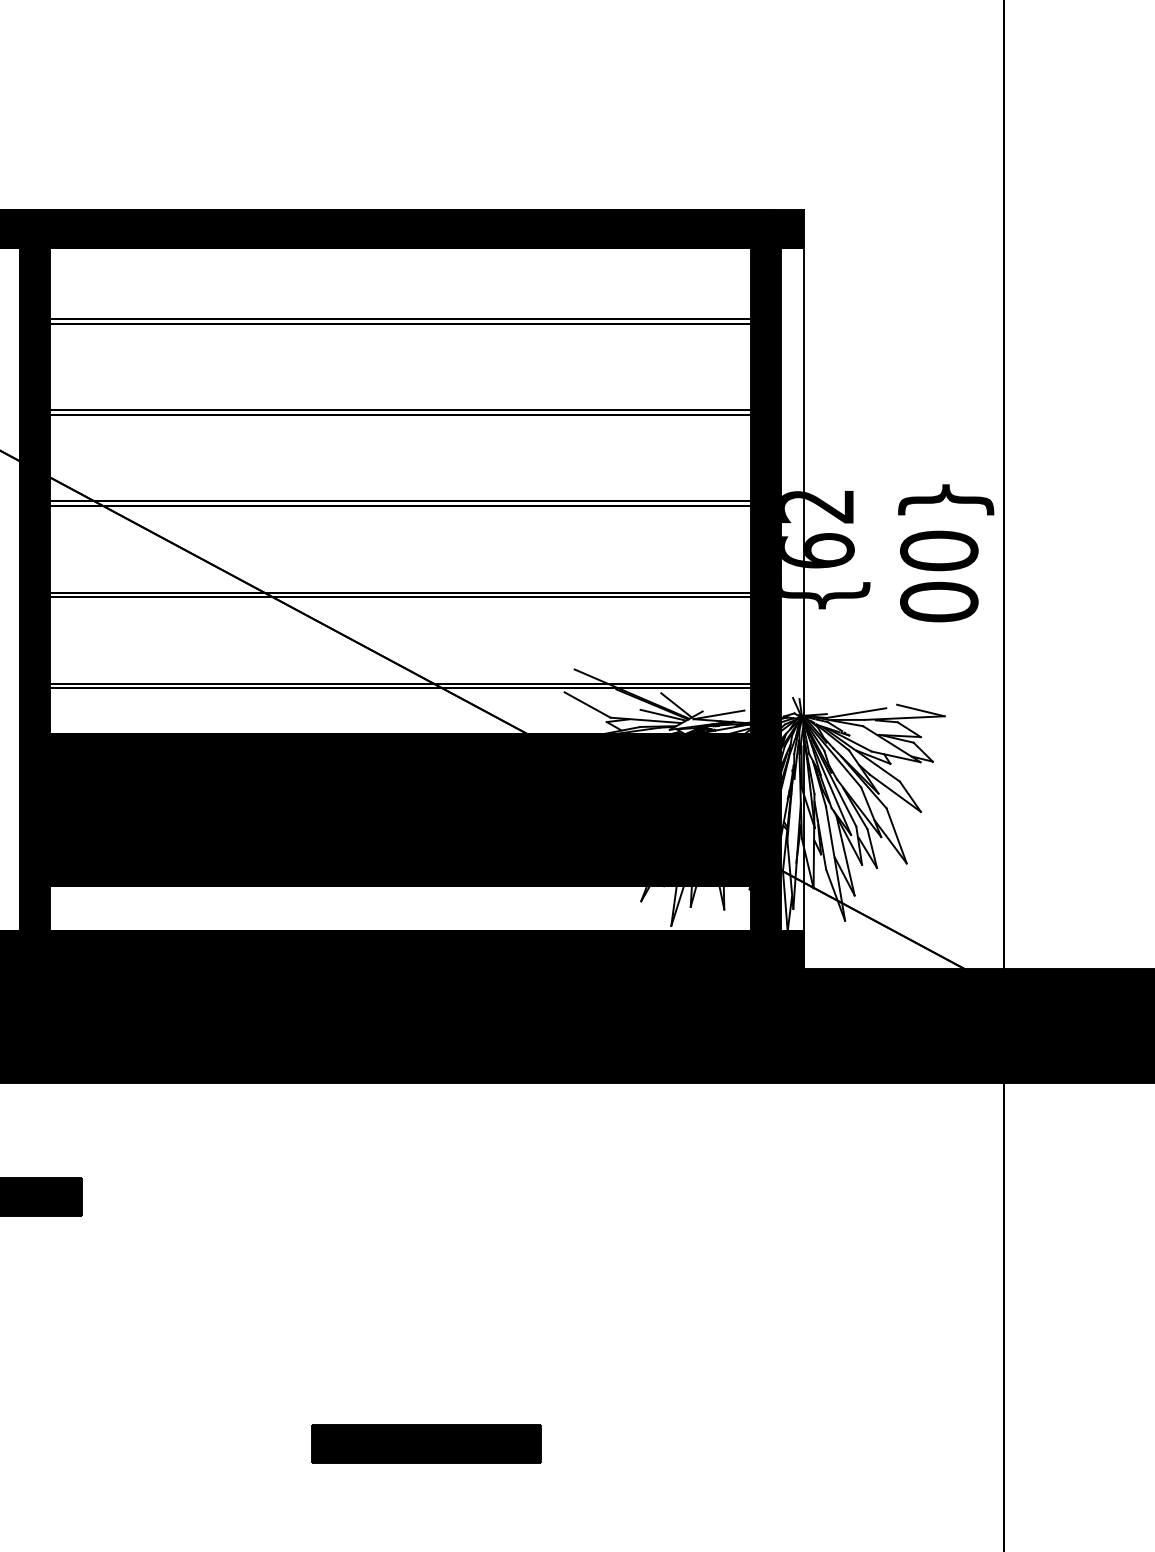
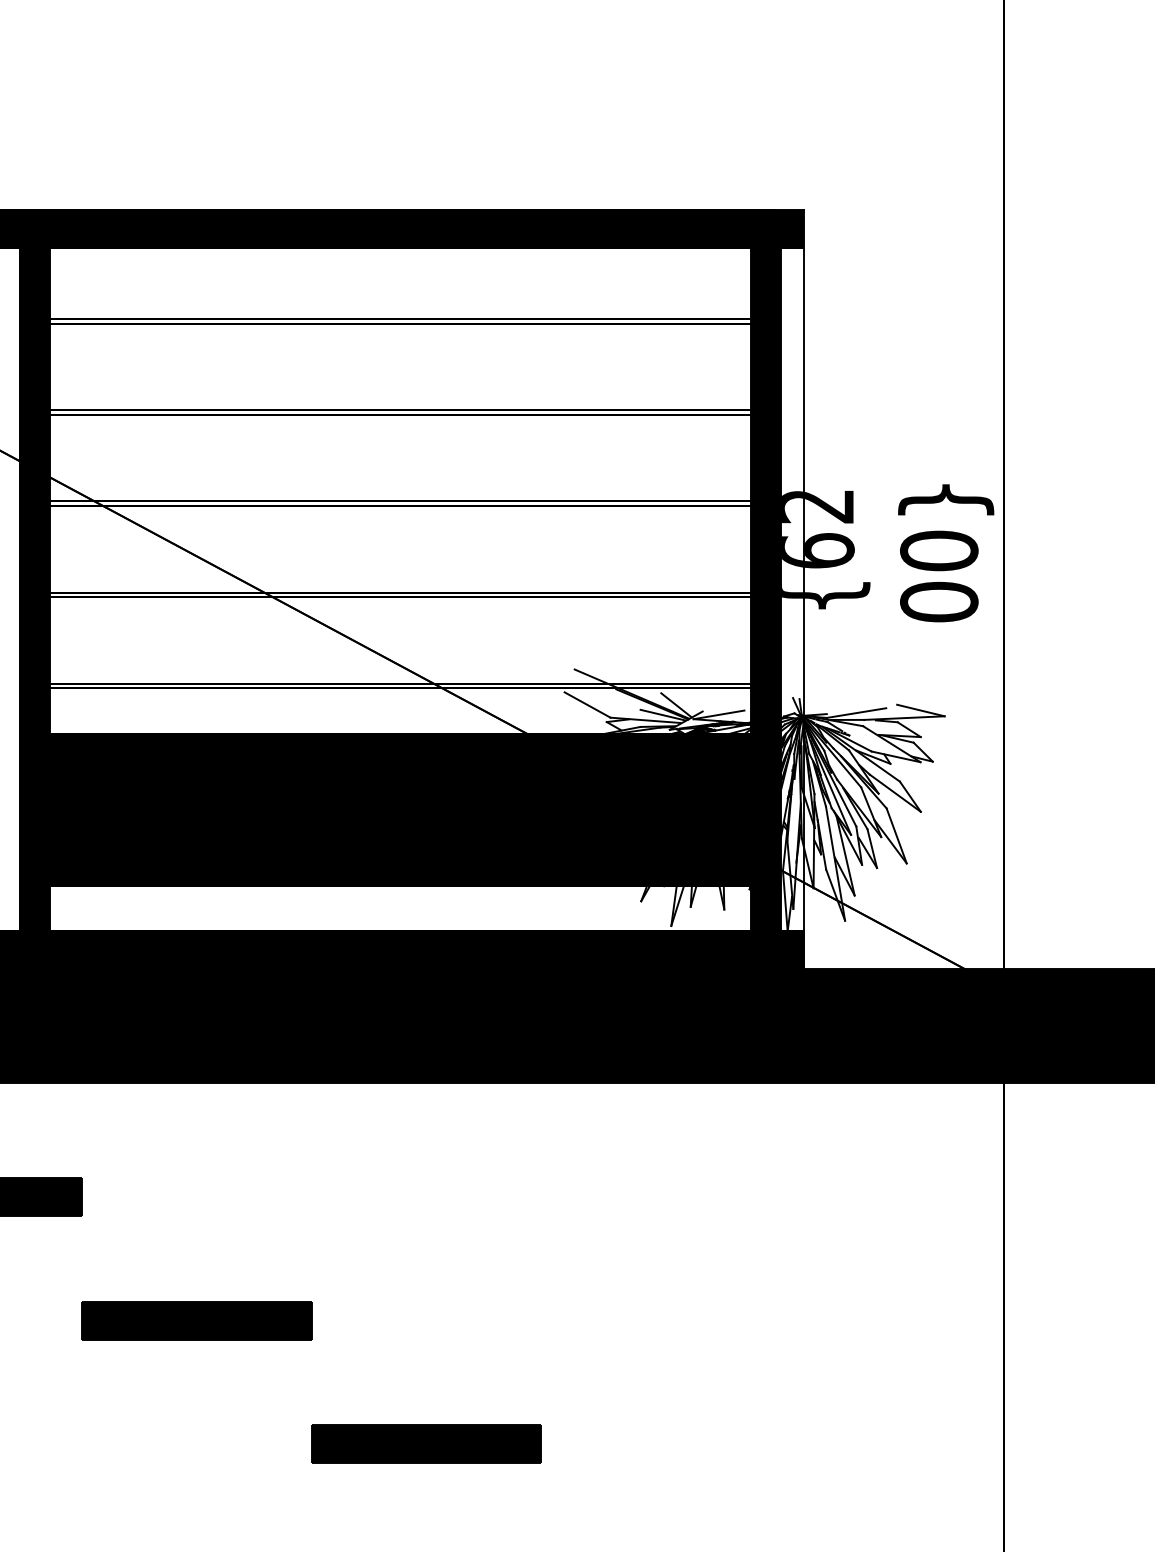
part at (196, 1320): none -> present
